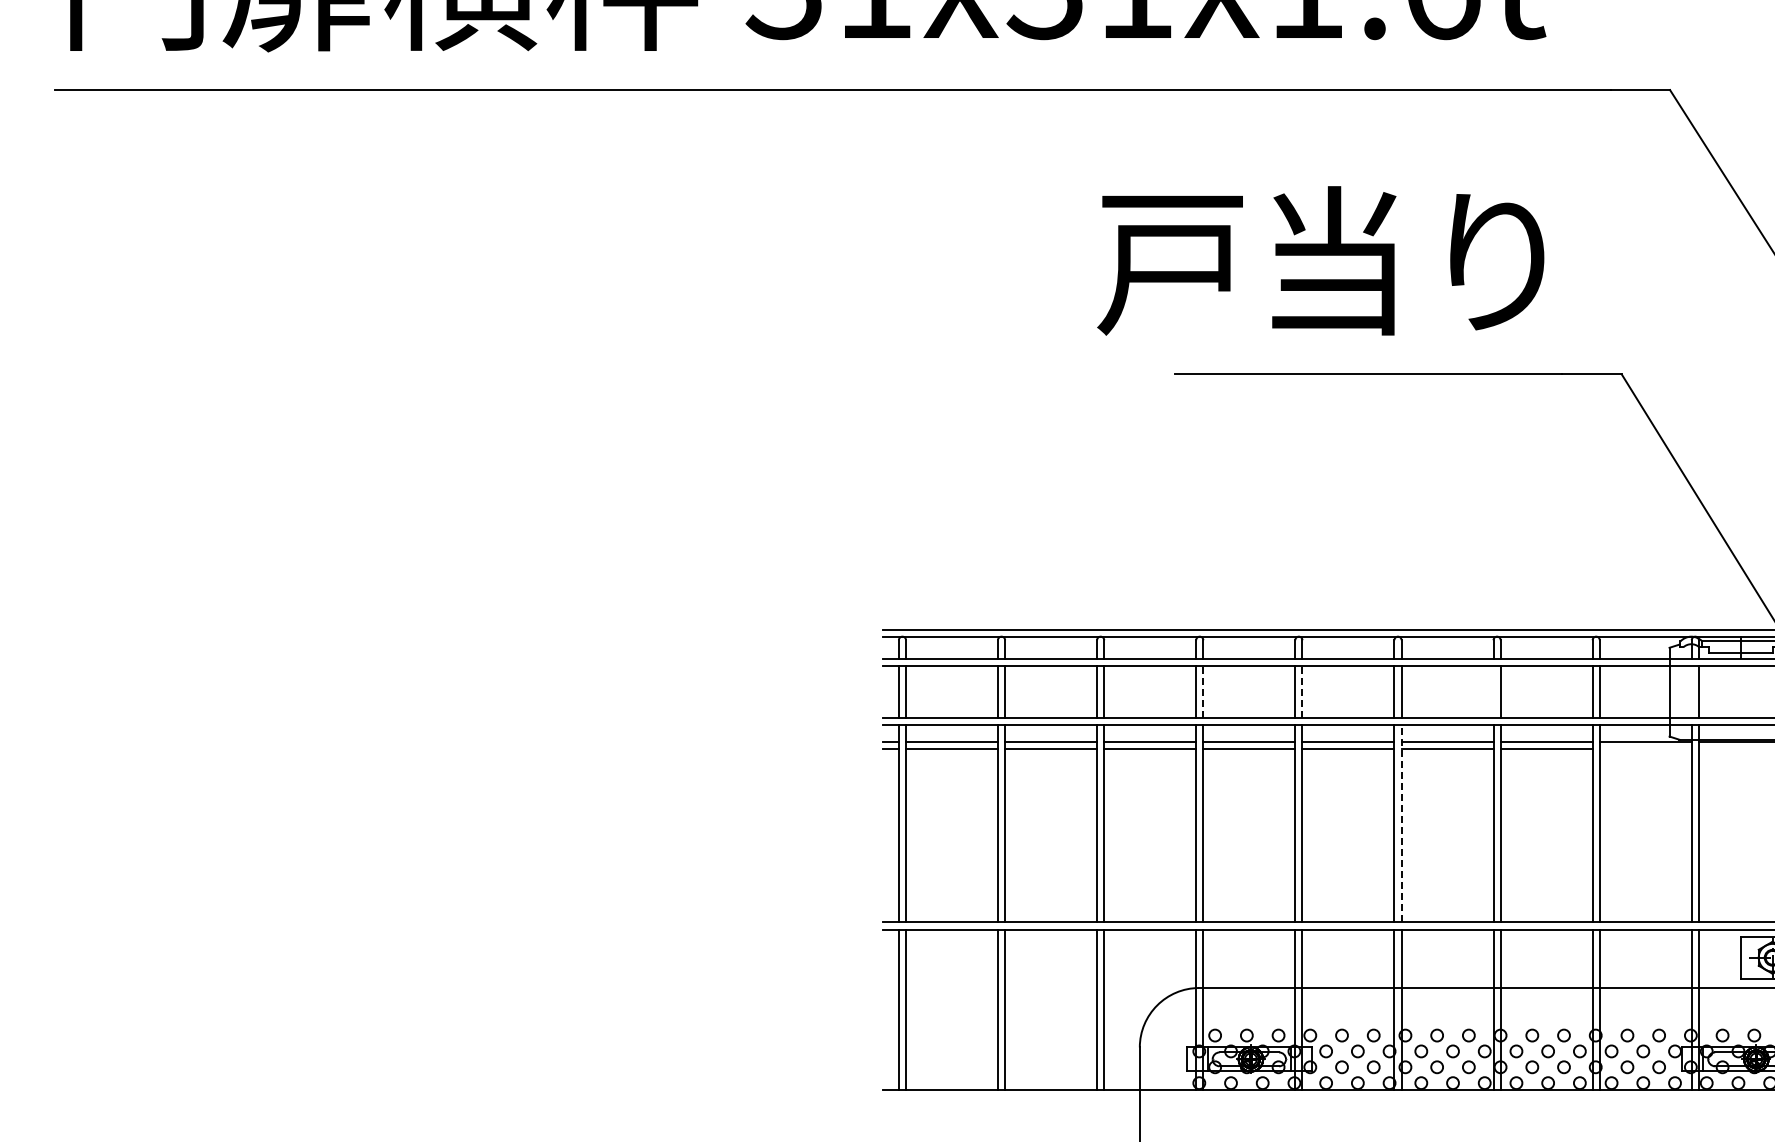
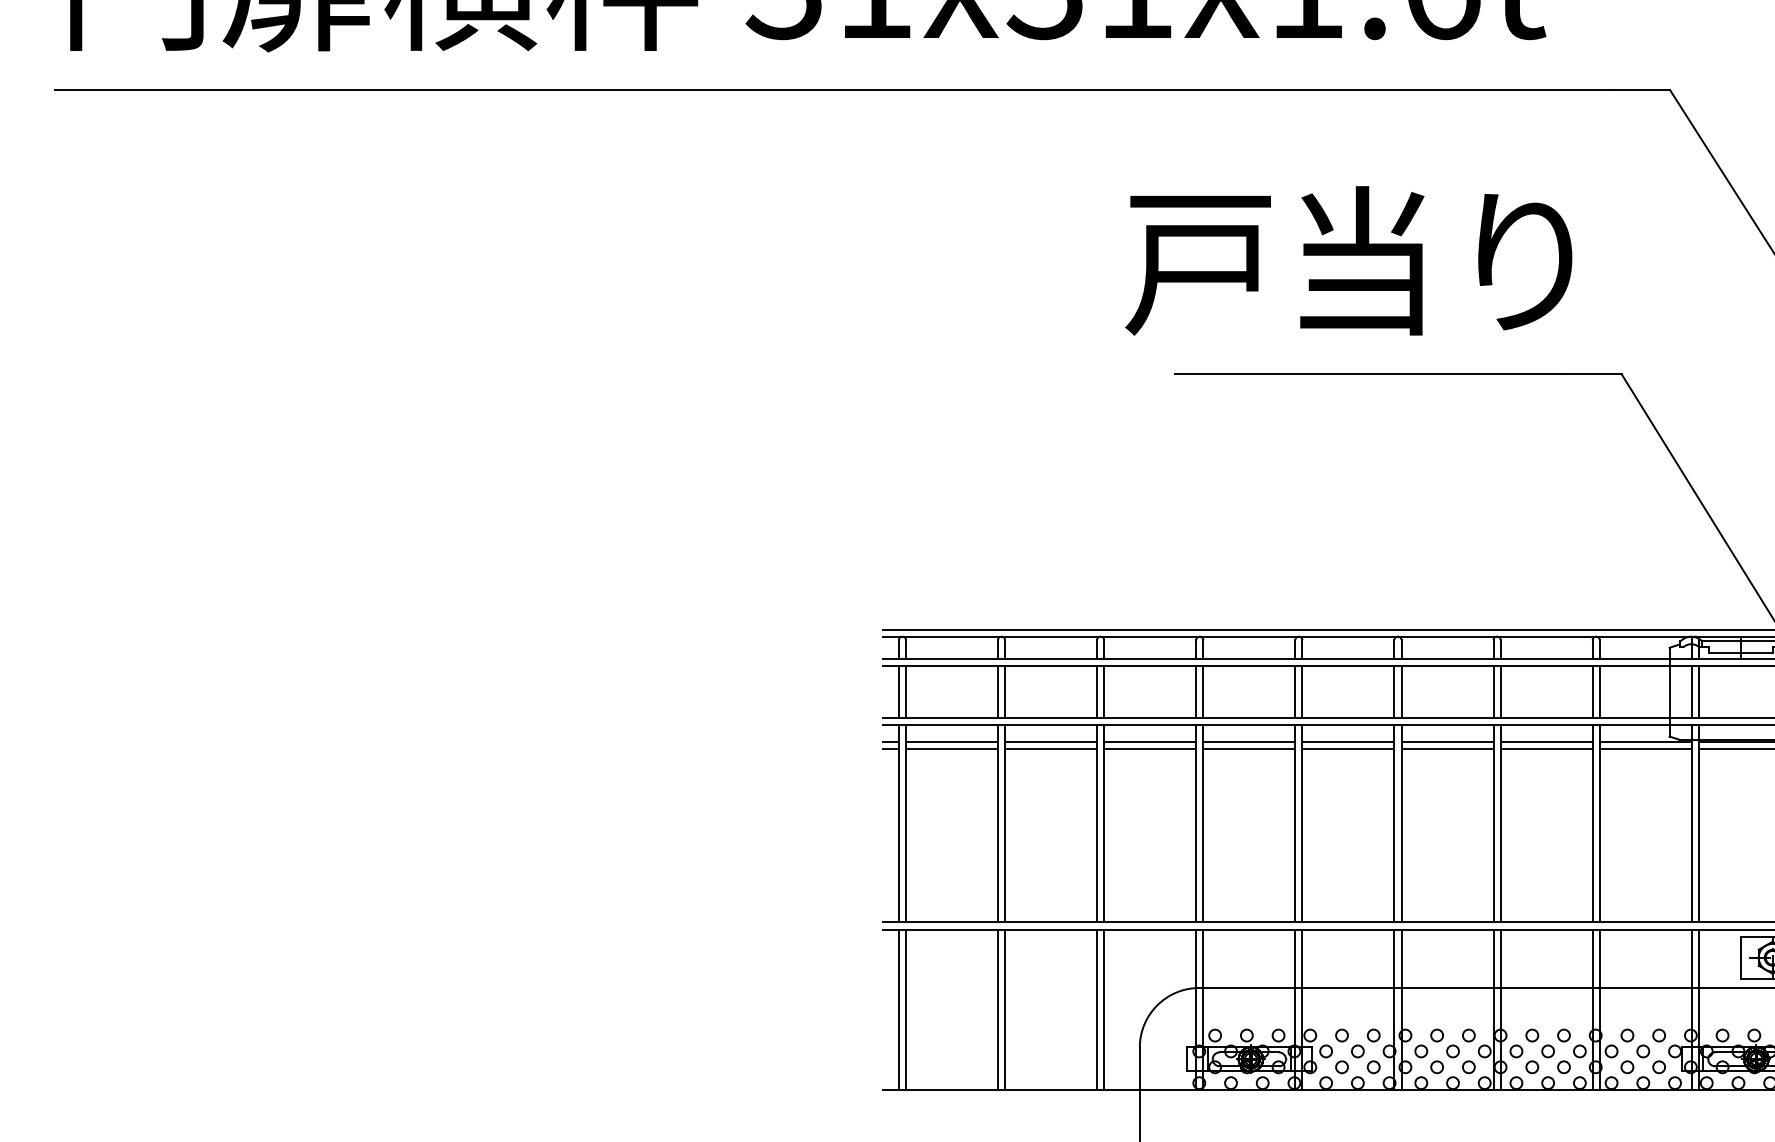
text at (1320, 260) position: (1320, 260) -> (1348, 260)
line at (1203, 692): dashed -> solid
line at (1302, 692): dashed -> solid
line at (1493, 692): none -> present
line at (1691, 692): none -> present
line at (1645, 748): none -> present
line at (1734, 748): none -> present
line at (1401, 823): dashed -> solid
